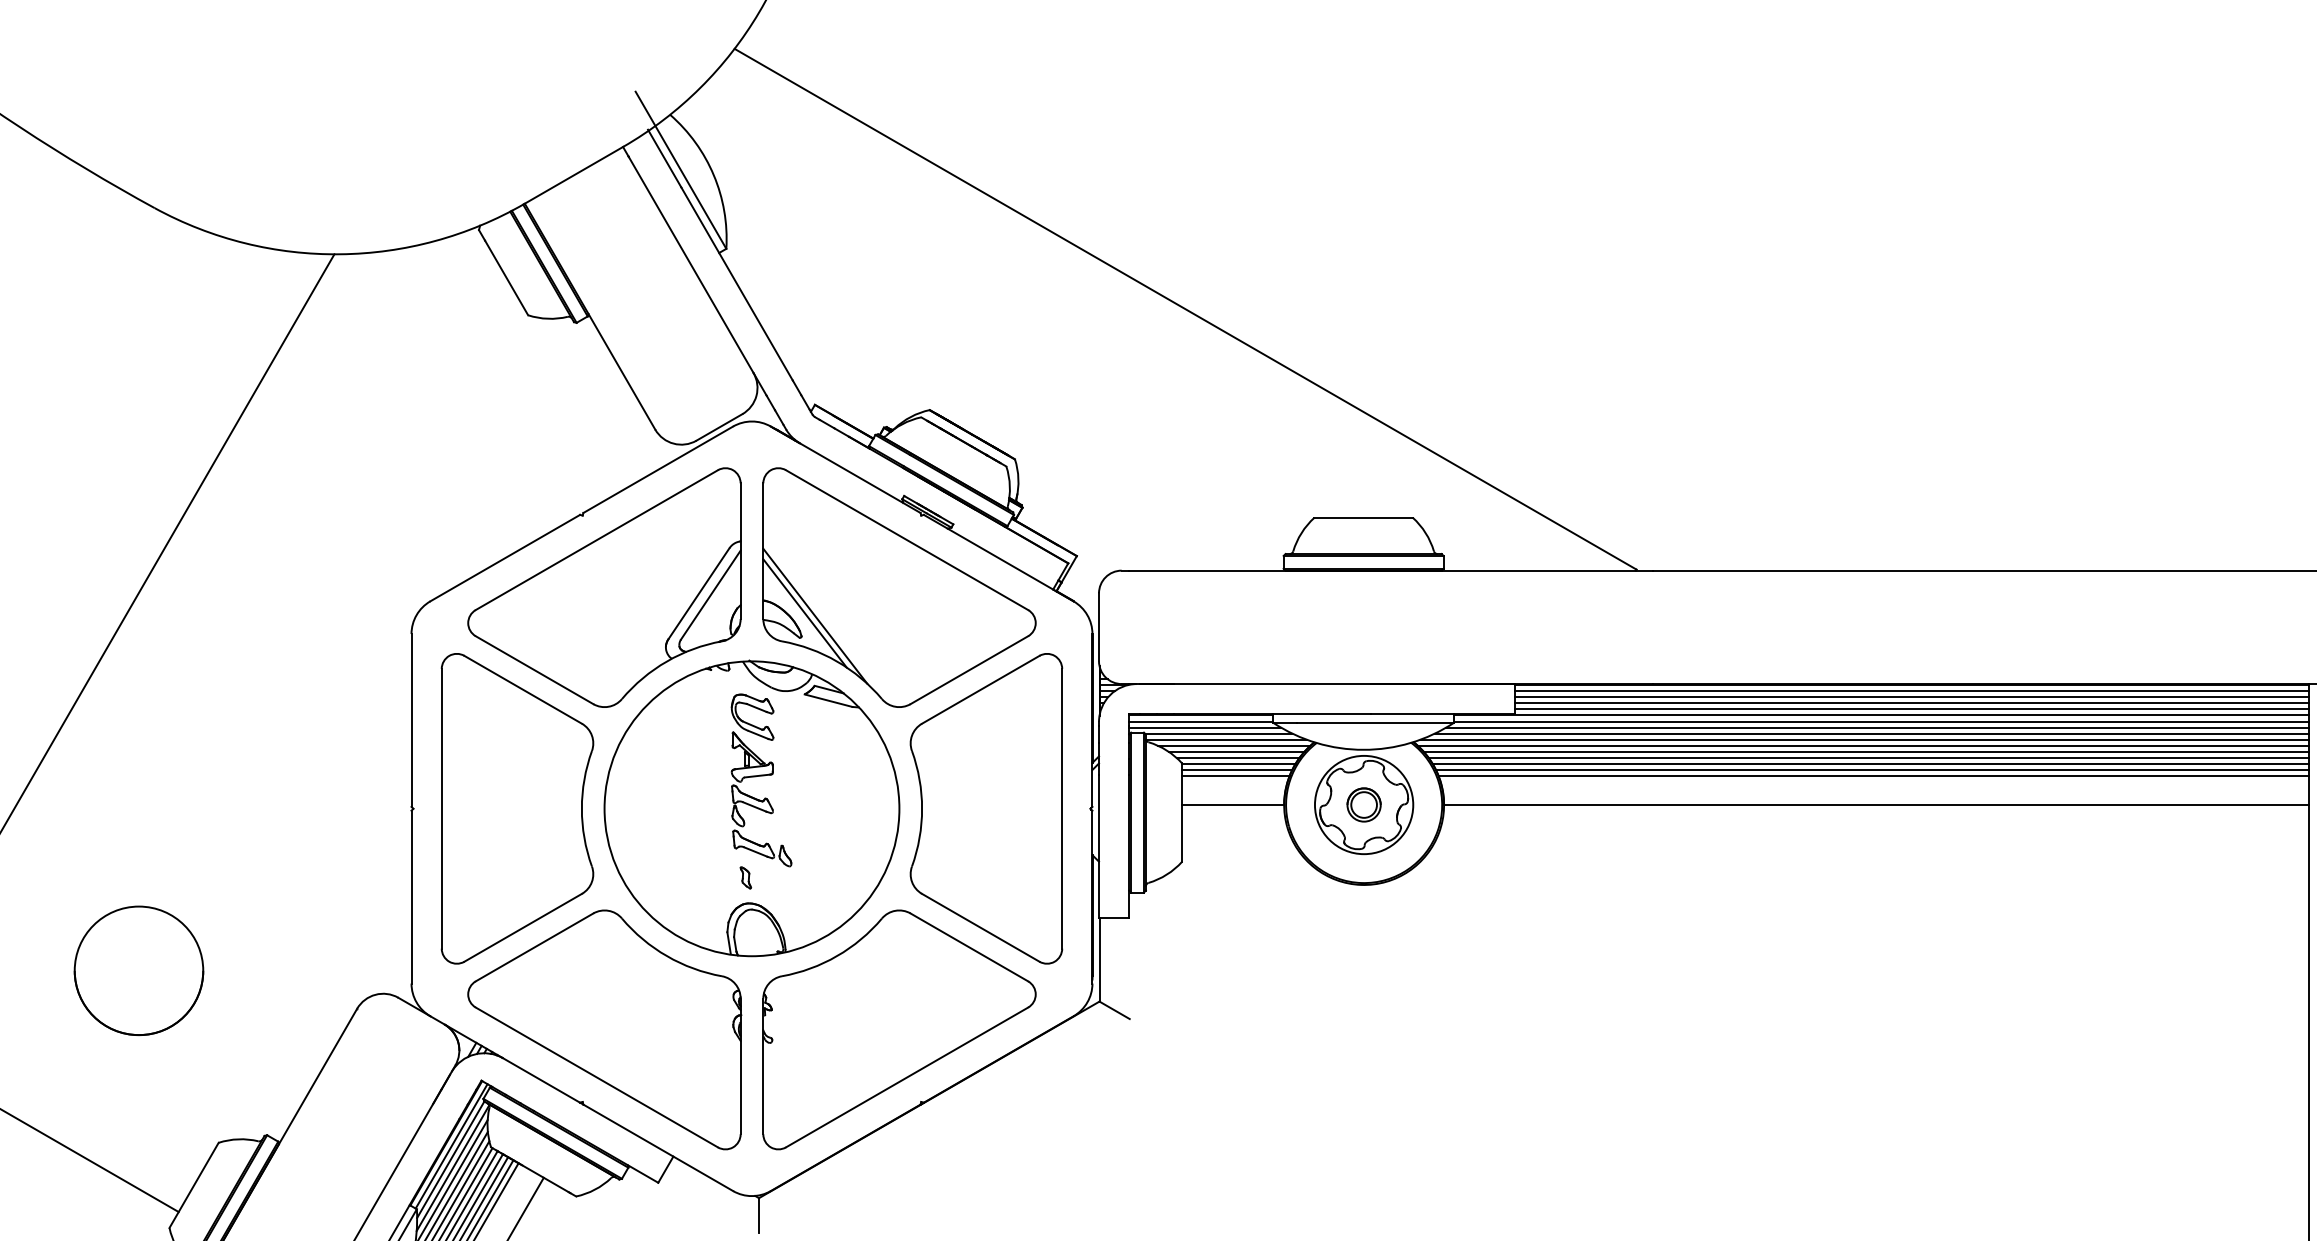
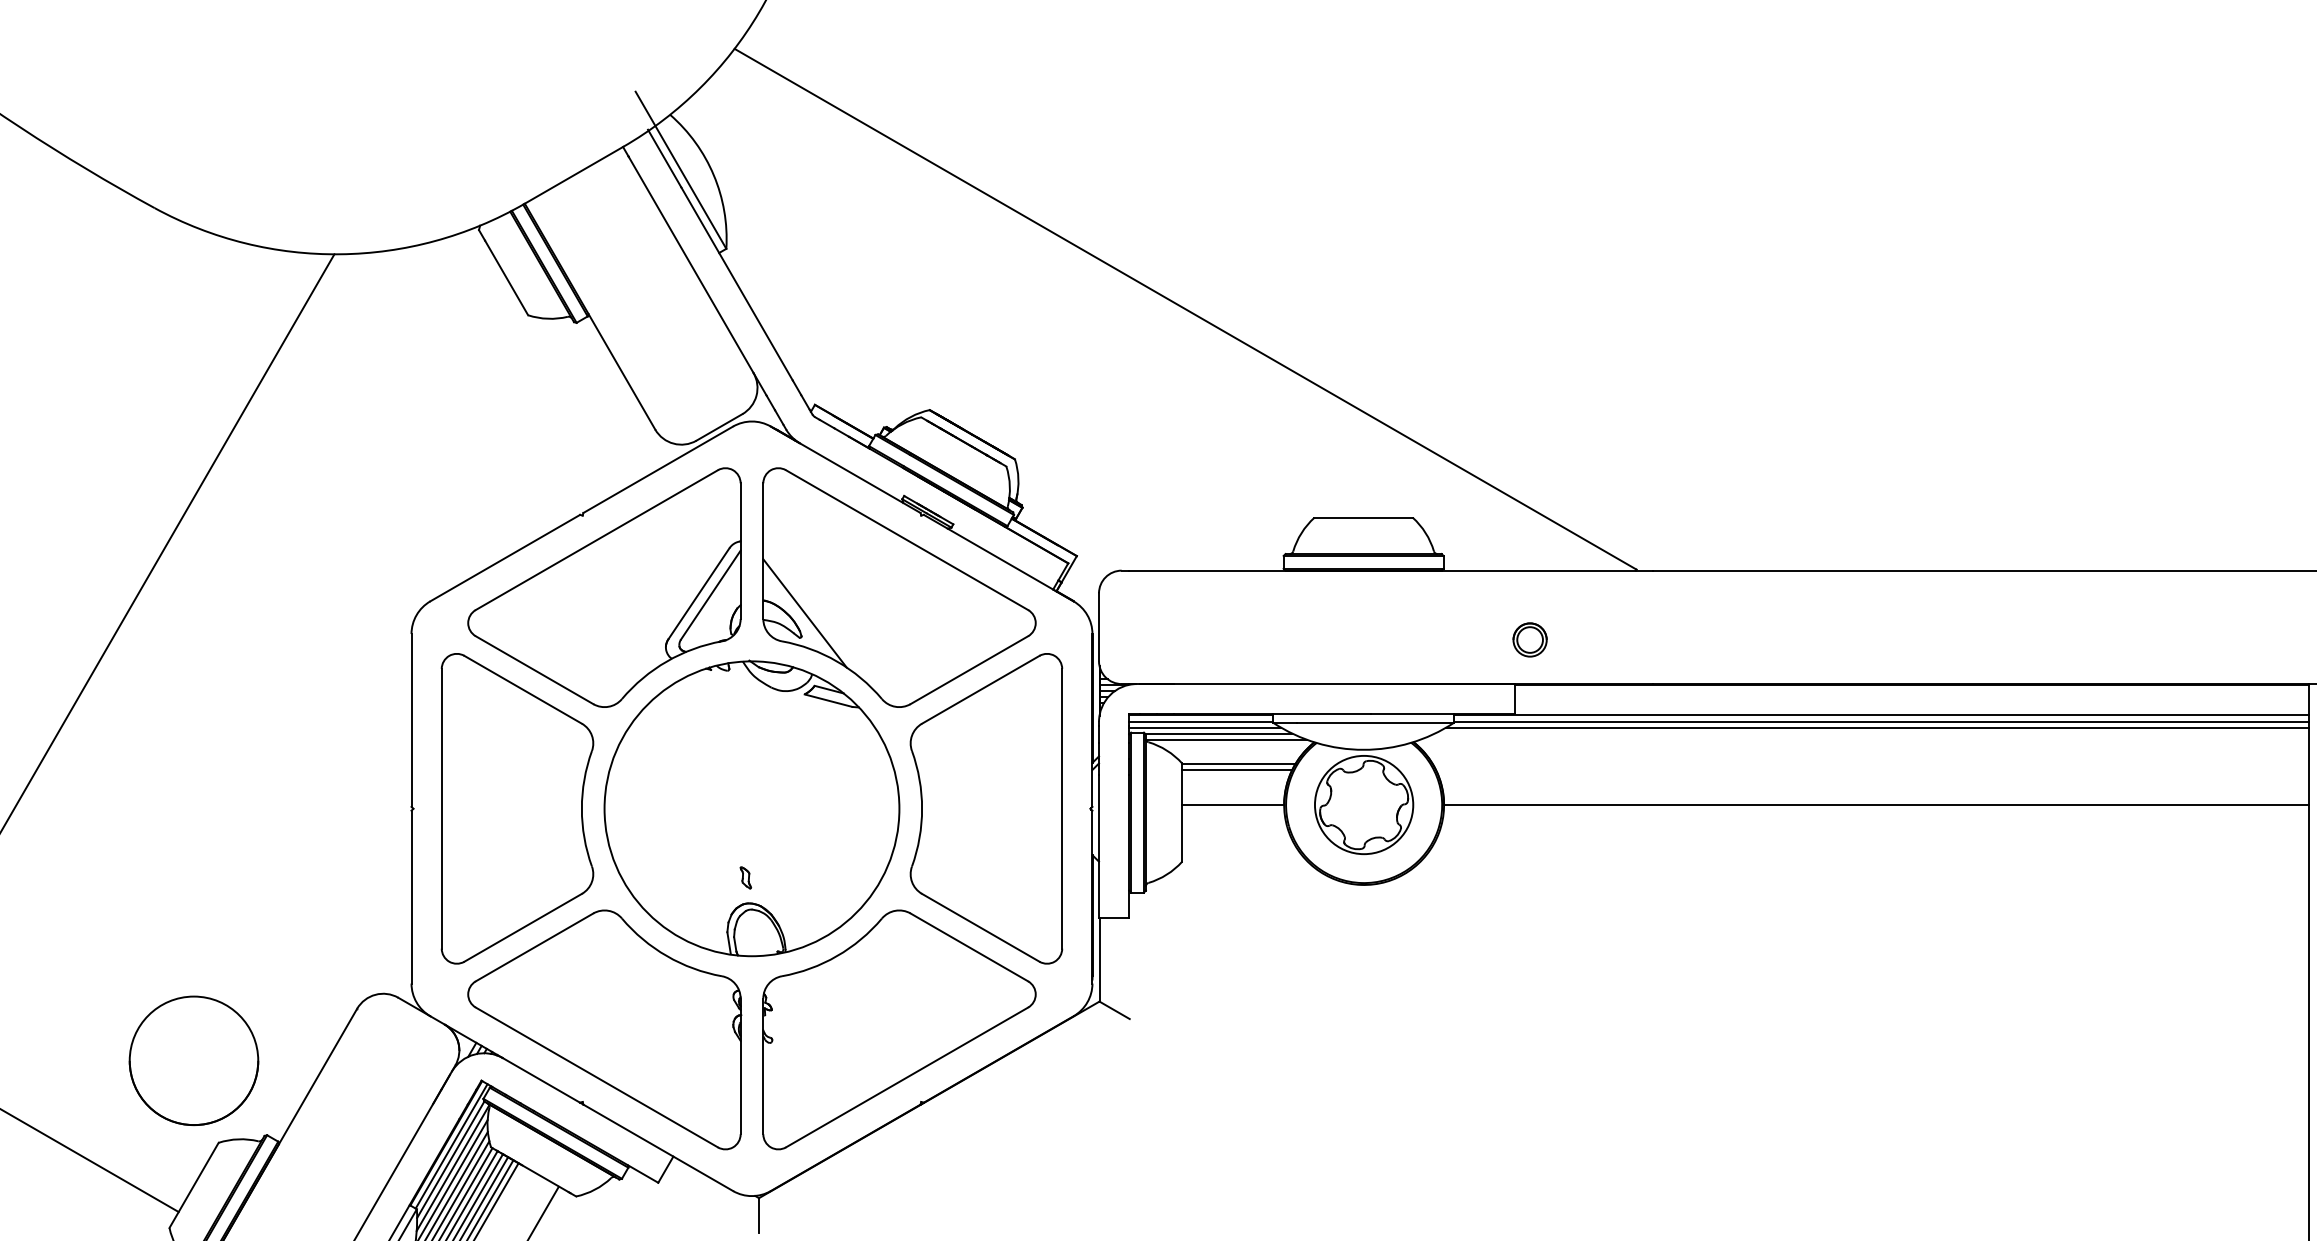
line at (815, 615): present -> none
line at (1911, 691): present -> none
line at (1911, 697): present -> none
line at (1911, 703): present -> none
line at (1911, 709): present -> none
line at (1871, 733): present -> none
line at (1864, 739): present -> none
line at (1233, 745): present -> none
line at (1862, 745): present -> none
line at (1236, 751): present -> none
line at (1865, 751): present -> none
line at (1237, 757): present -> none
line at (1868, 757): present -> none
line at (1870, 763): present -> none
line at (1871, 769): present -> none
line at (1235, 775): present -> none
line at (1873, 775): present -> none
part at (761, 780): present -> none
part at (1363, 804) position: (1363, 804) -> (1529, 639)
part at (138, 970) position: (138, 970) -> (193, 1060)
line at (526, 1207) position: (526, 1207) -> (543, 1211)
